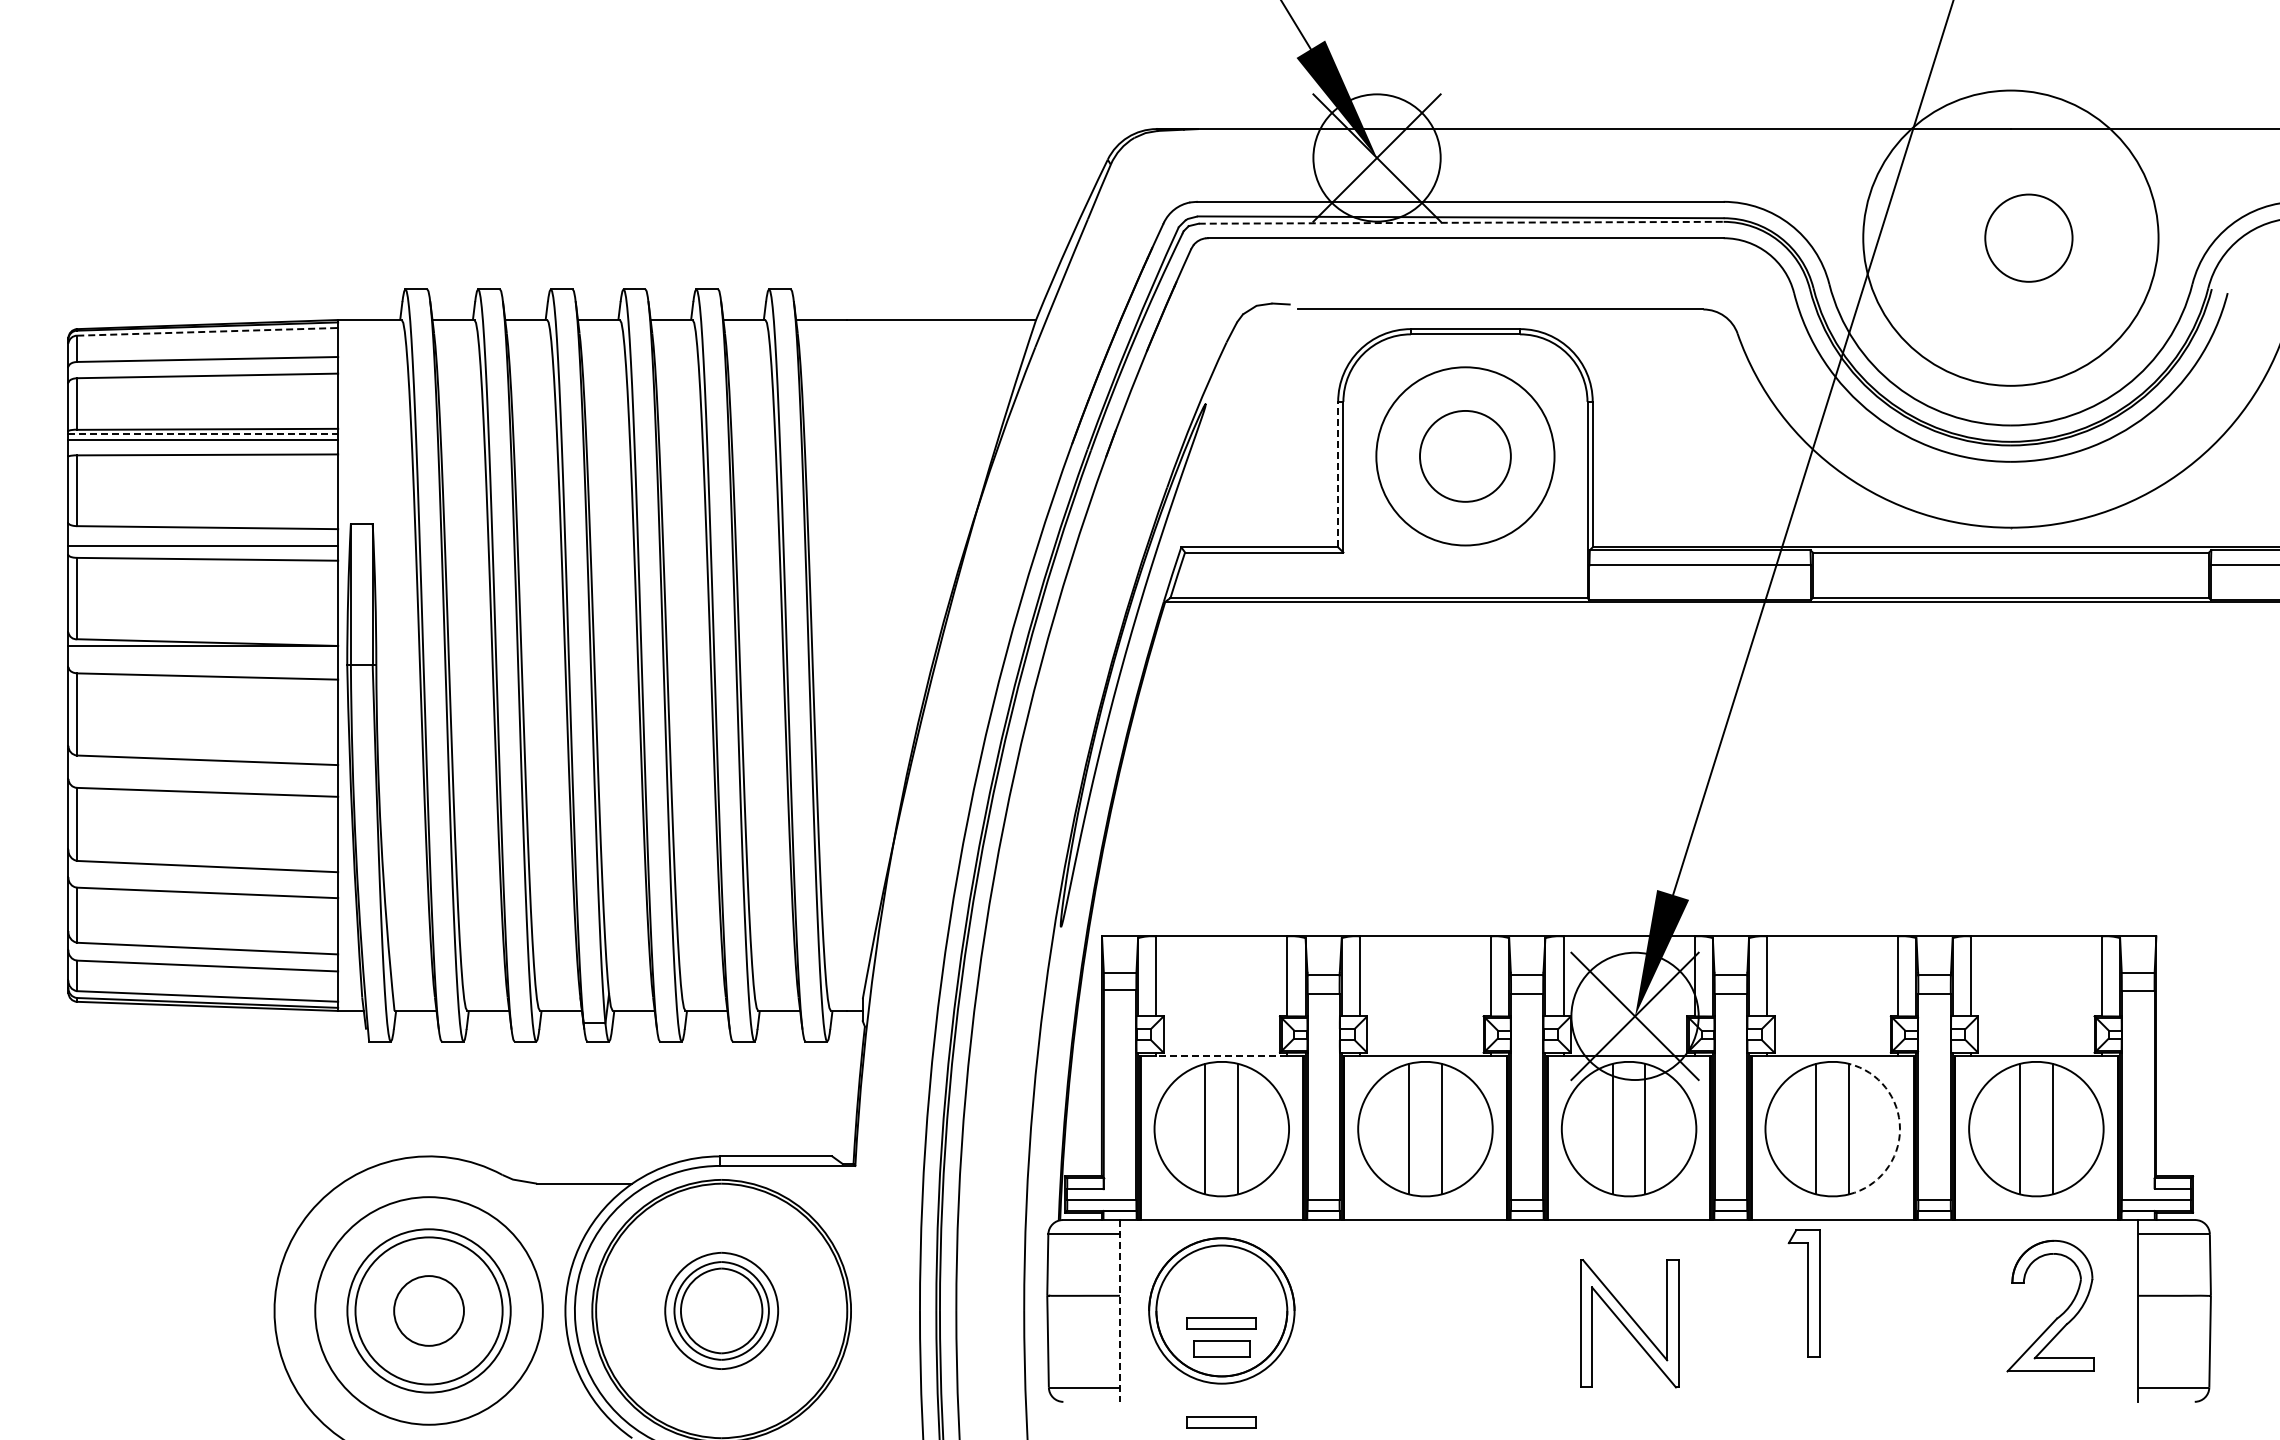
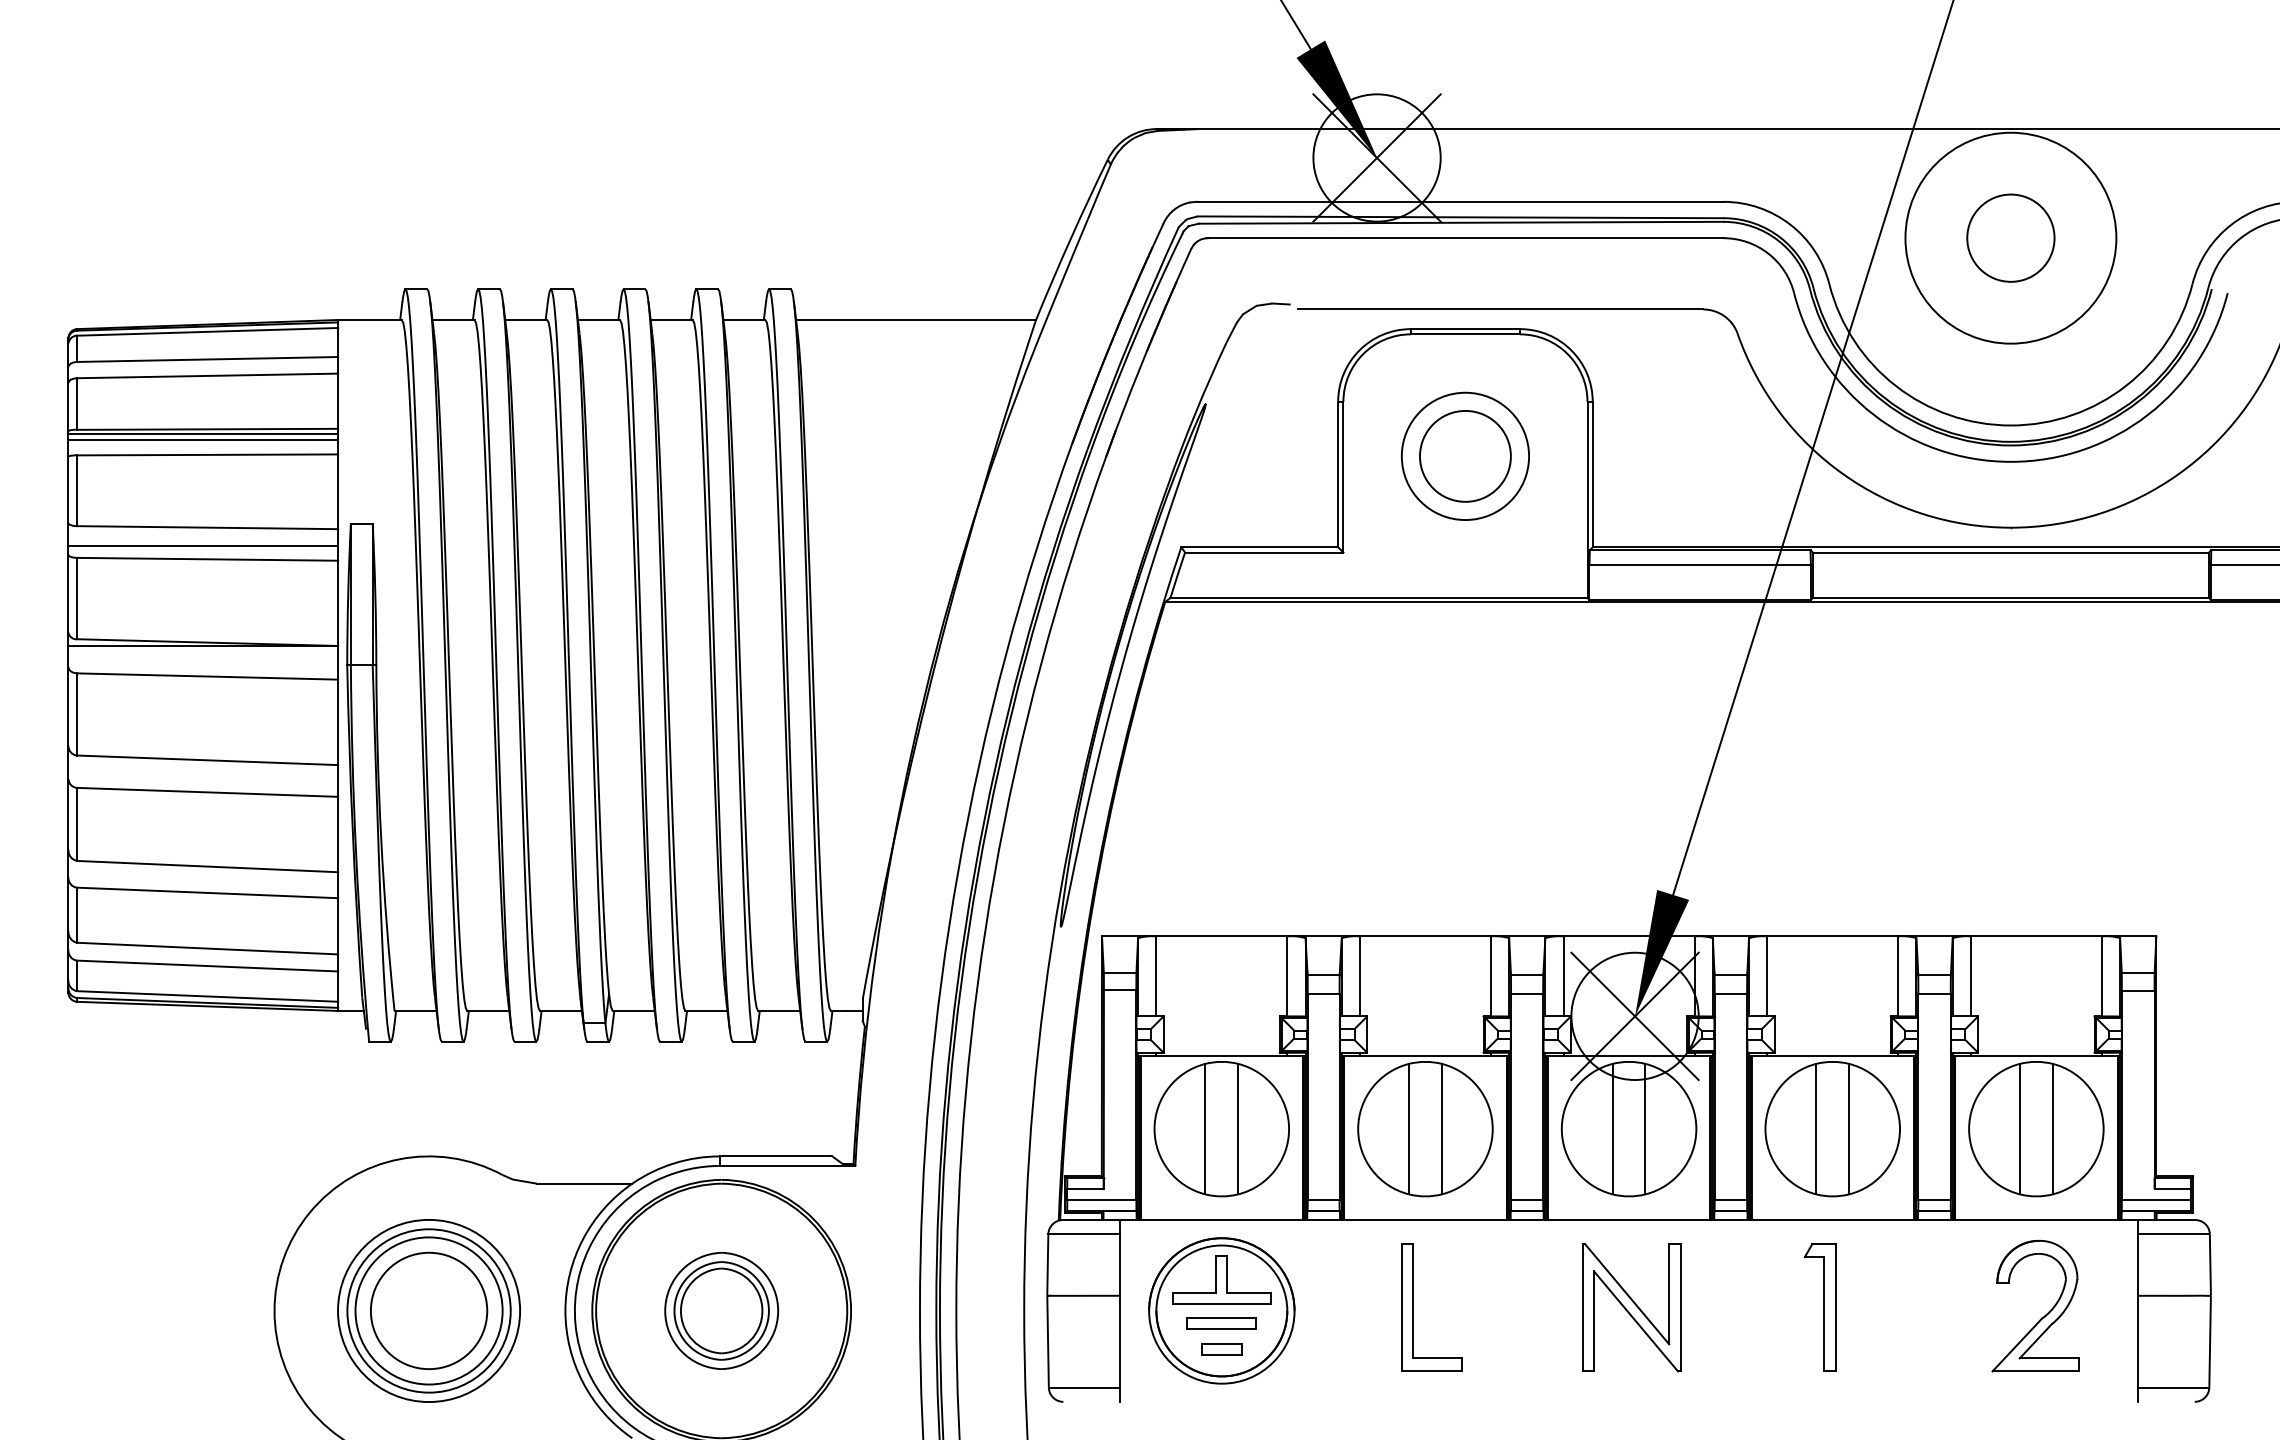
line at (1461, 222): dashed -> solid
circle at (2010, 237) diameter: 295 px -> 211 px
circle at (2028, 237) position: (2028, 237) -> (2010, 237)
line at (207, 331): dashed -> solid
line at (203, 434): dashed -> solid
circle at (1465, 456) diameter: 178 px -> 127 px
line at (1338, 474): dashed -> solid
line at (1221, 1056): dashed -> solid
arc at (1900, 1129): dashed -> solid
part at (1221, 1279): none -> present
part at (1803, 1293) position: (1803, 1293) -> (1819, 1307)
part at (1413, 1307): none -> present
circle at (428, 1310) diameter: 228 px -> 182 px
circle at (428, 1310) diameter: 70 px -> 116 px
line at (1119, 1310): dashed -> solid
part at (2056, 1317) position: (2056, 1317) -> (2041, 1317)
part at (1629, 1323) position: (1629, 1323) -> (1631, 1307)
part at (1221, 1348) size: 58x18 px -> 42x13 px
part at (1221, 1422): present -> none
